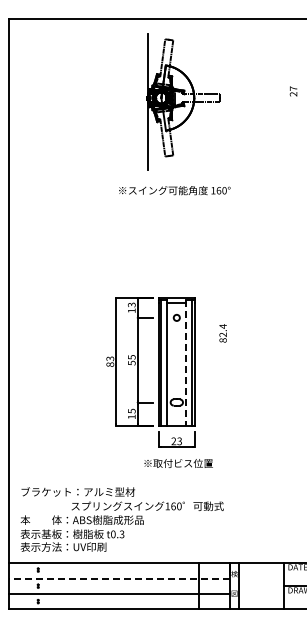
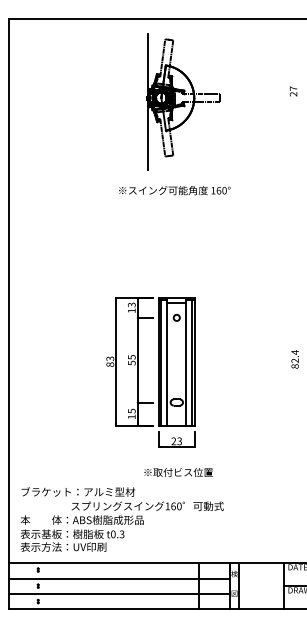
text at (222, 333) position: (222, 333) -> (294, 359)
line at (186, 362): dashed -> solid
text at (178, 463) position: (178, 463) -> (178, 472)
line at (119, 578): dashed -> solid
